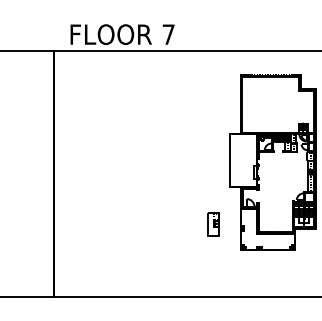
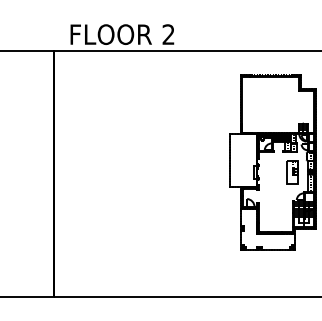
text at (168, 34): 7 -> 2
part at (213, 224) position: (213, 224) -> (292, 172)
